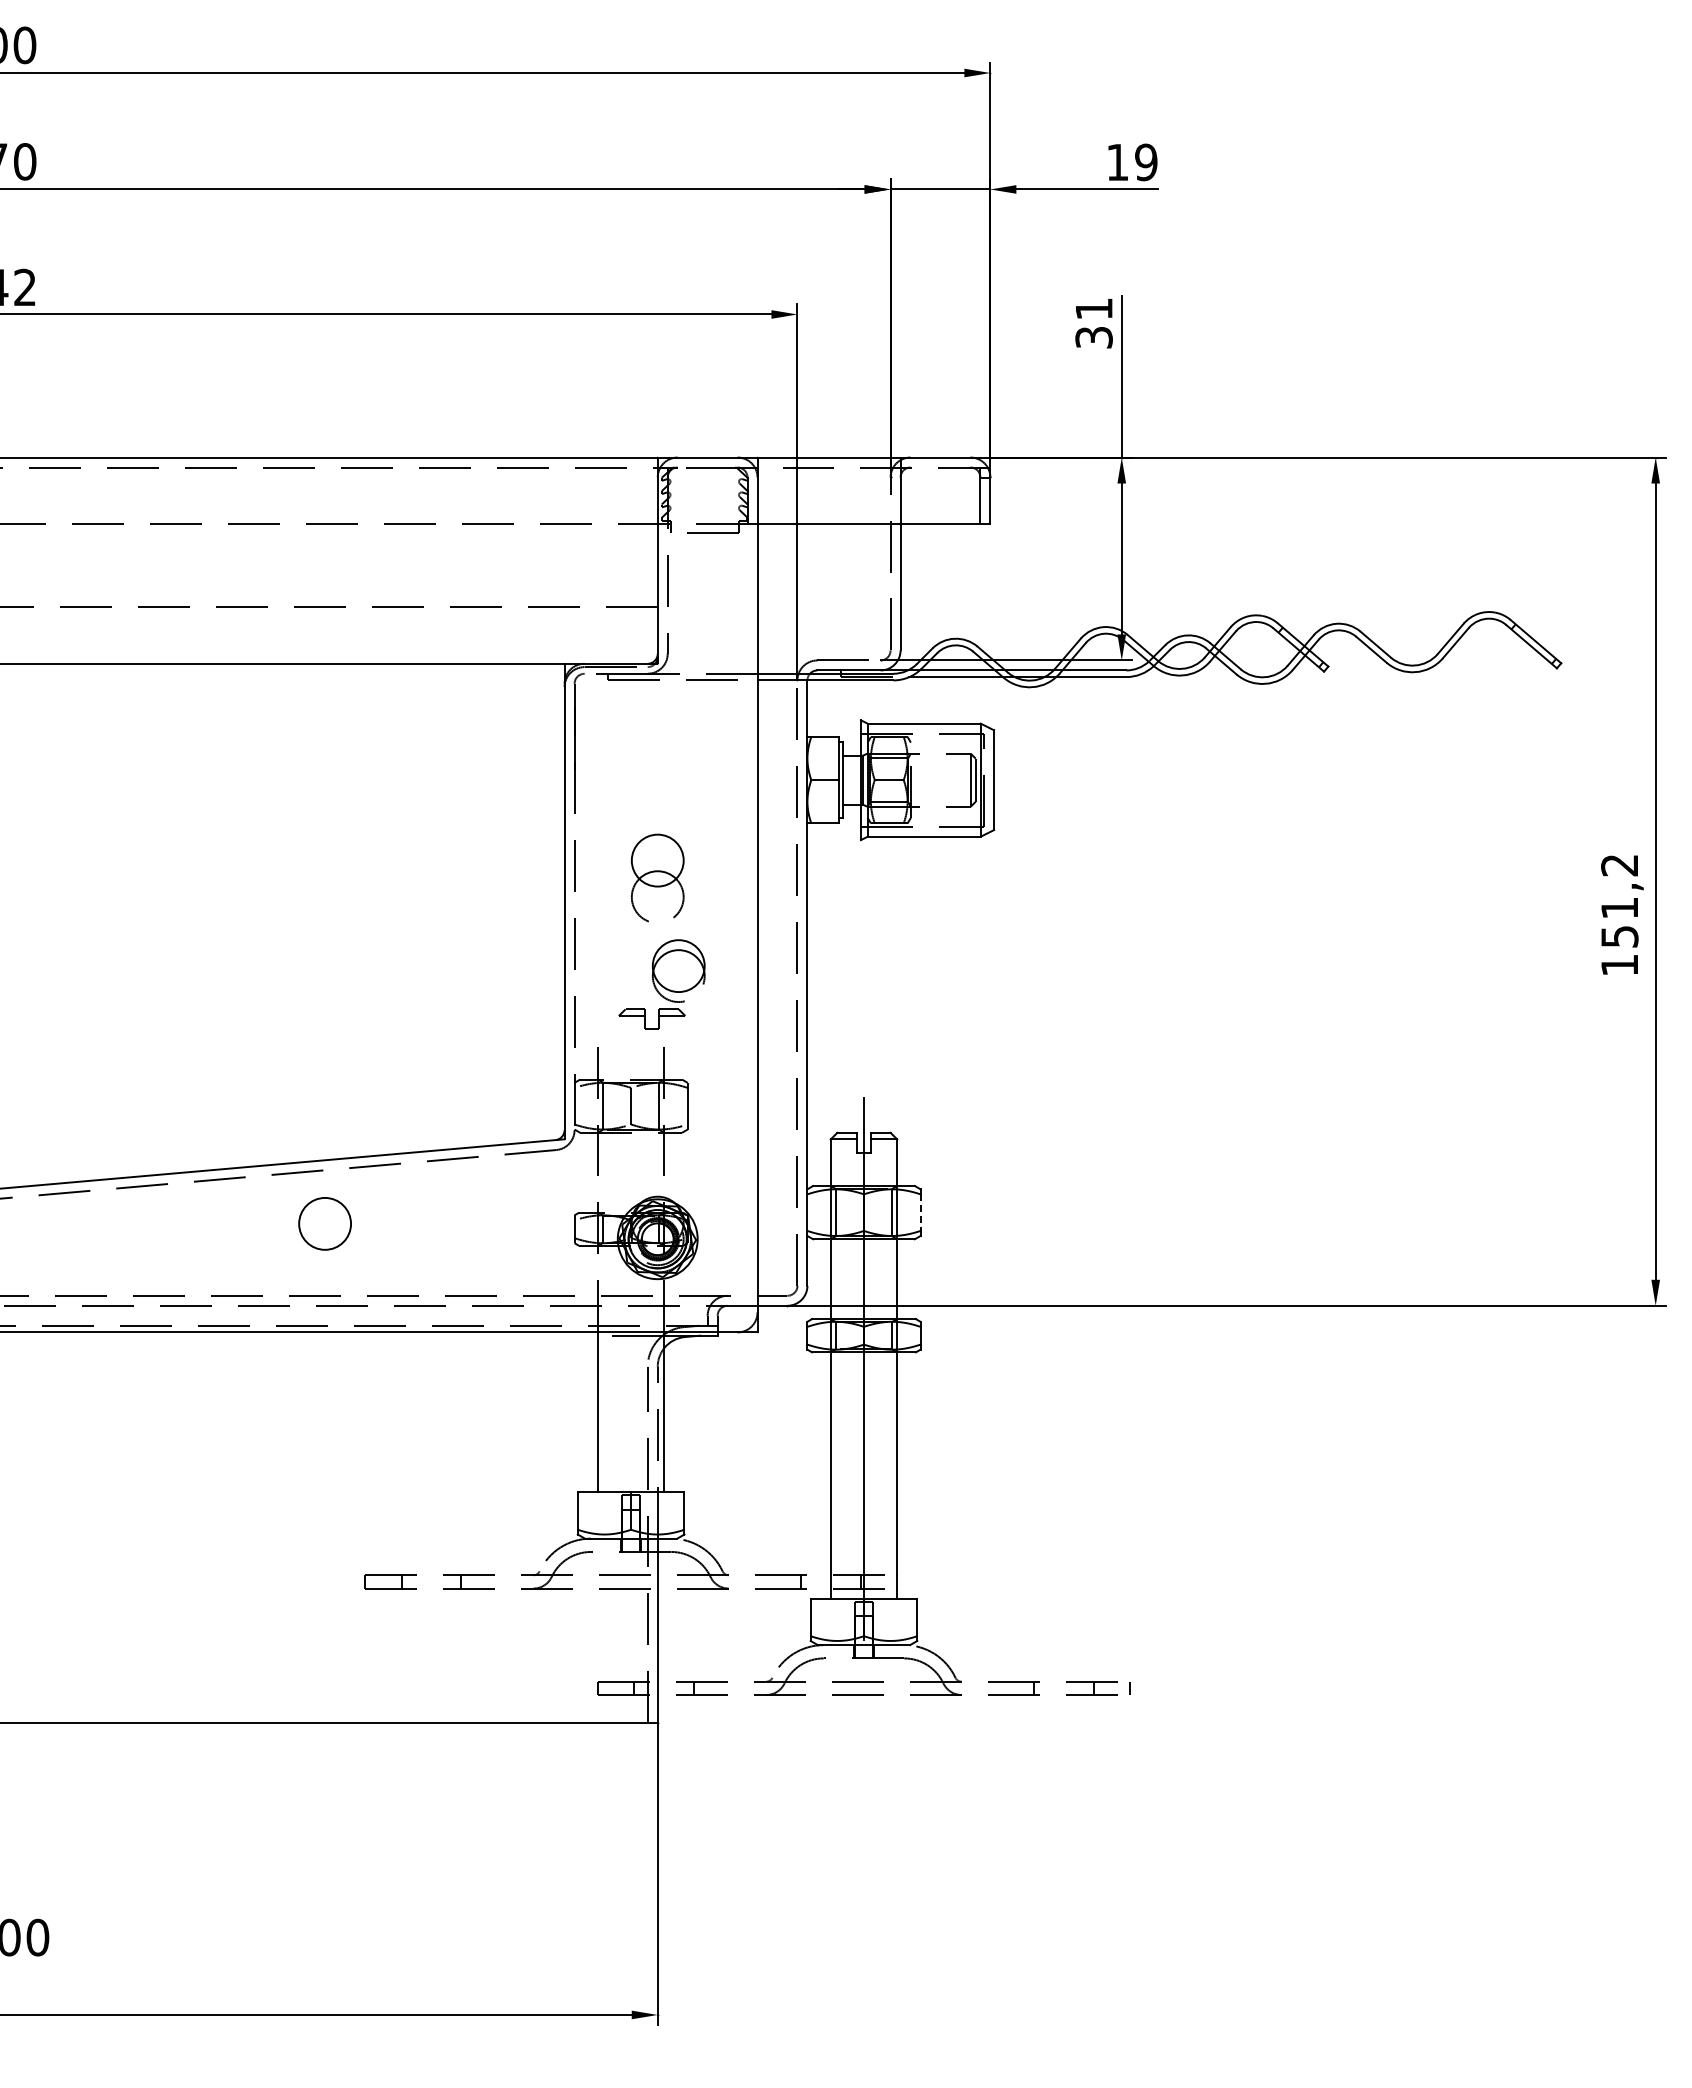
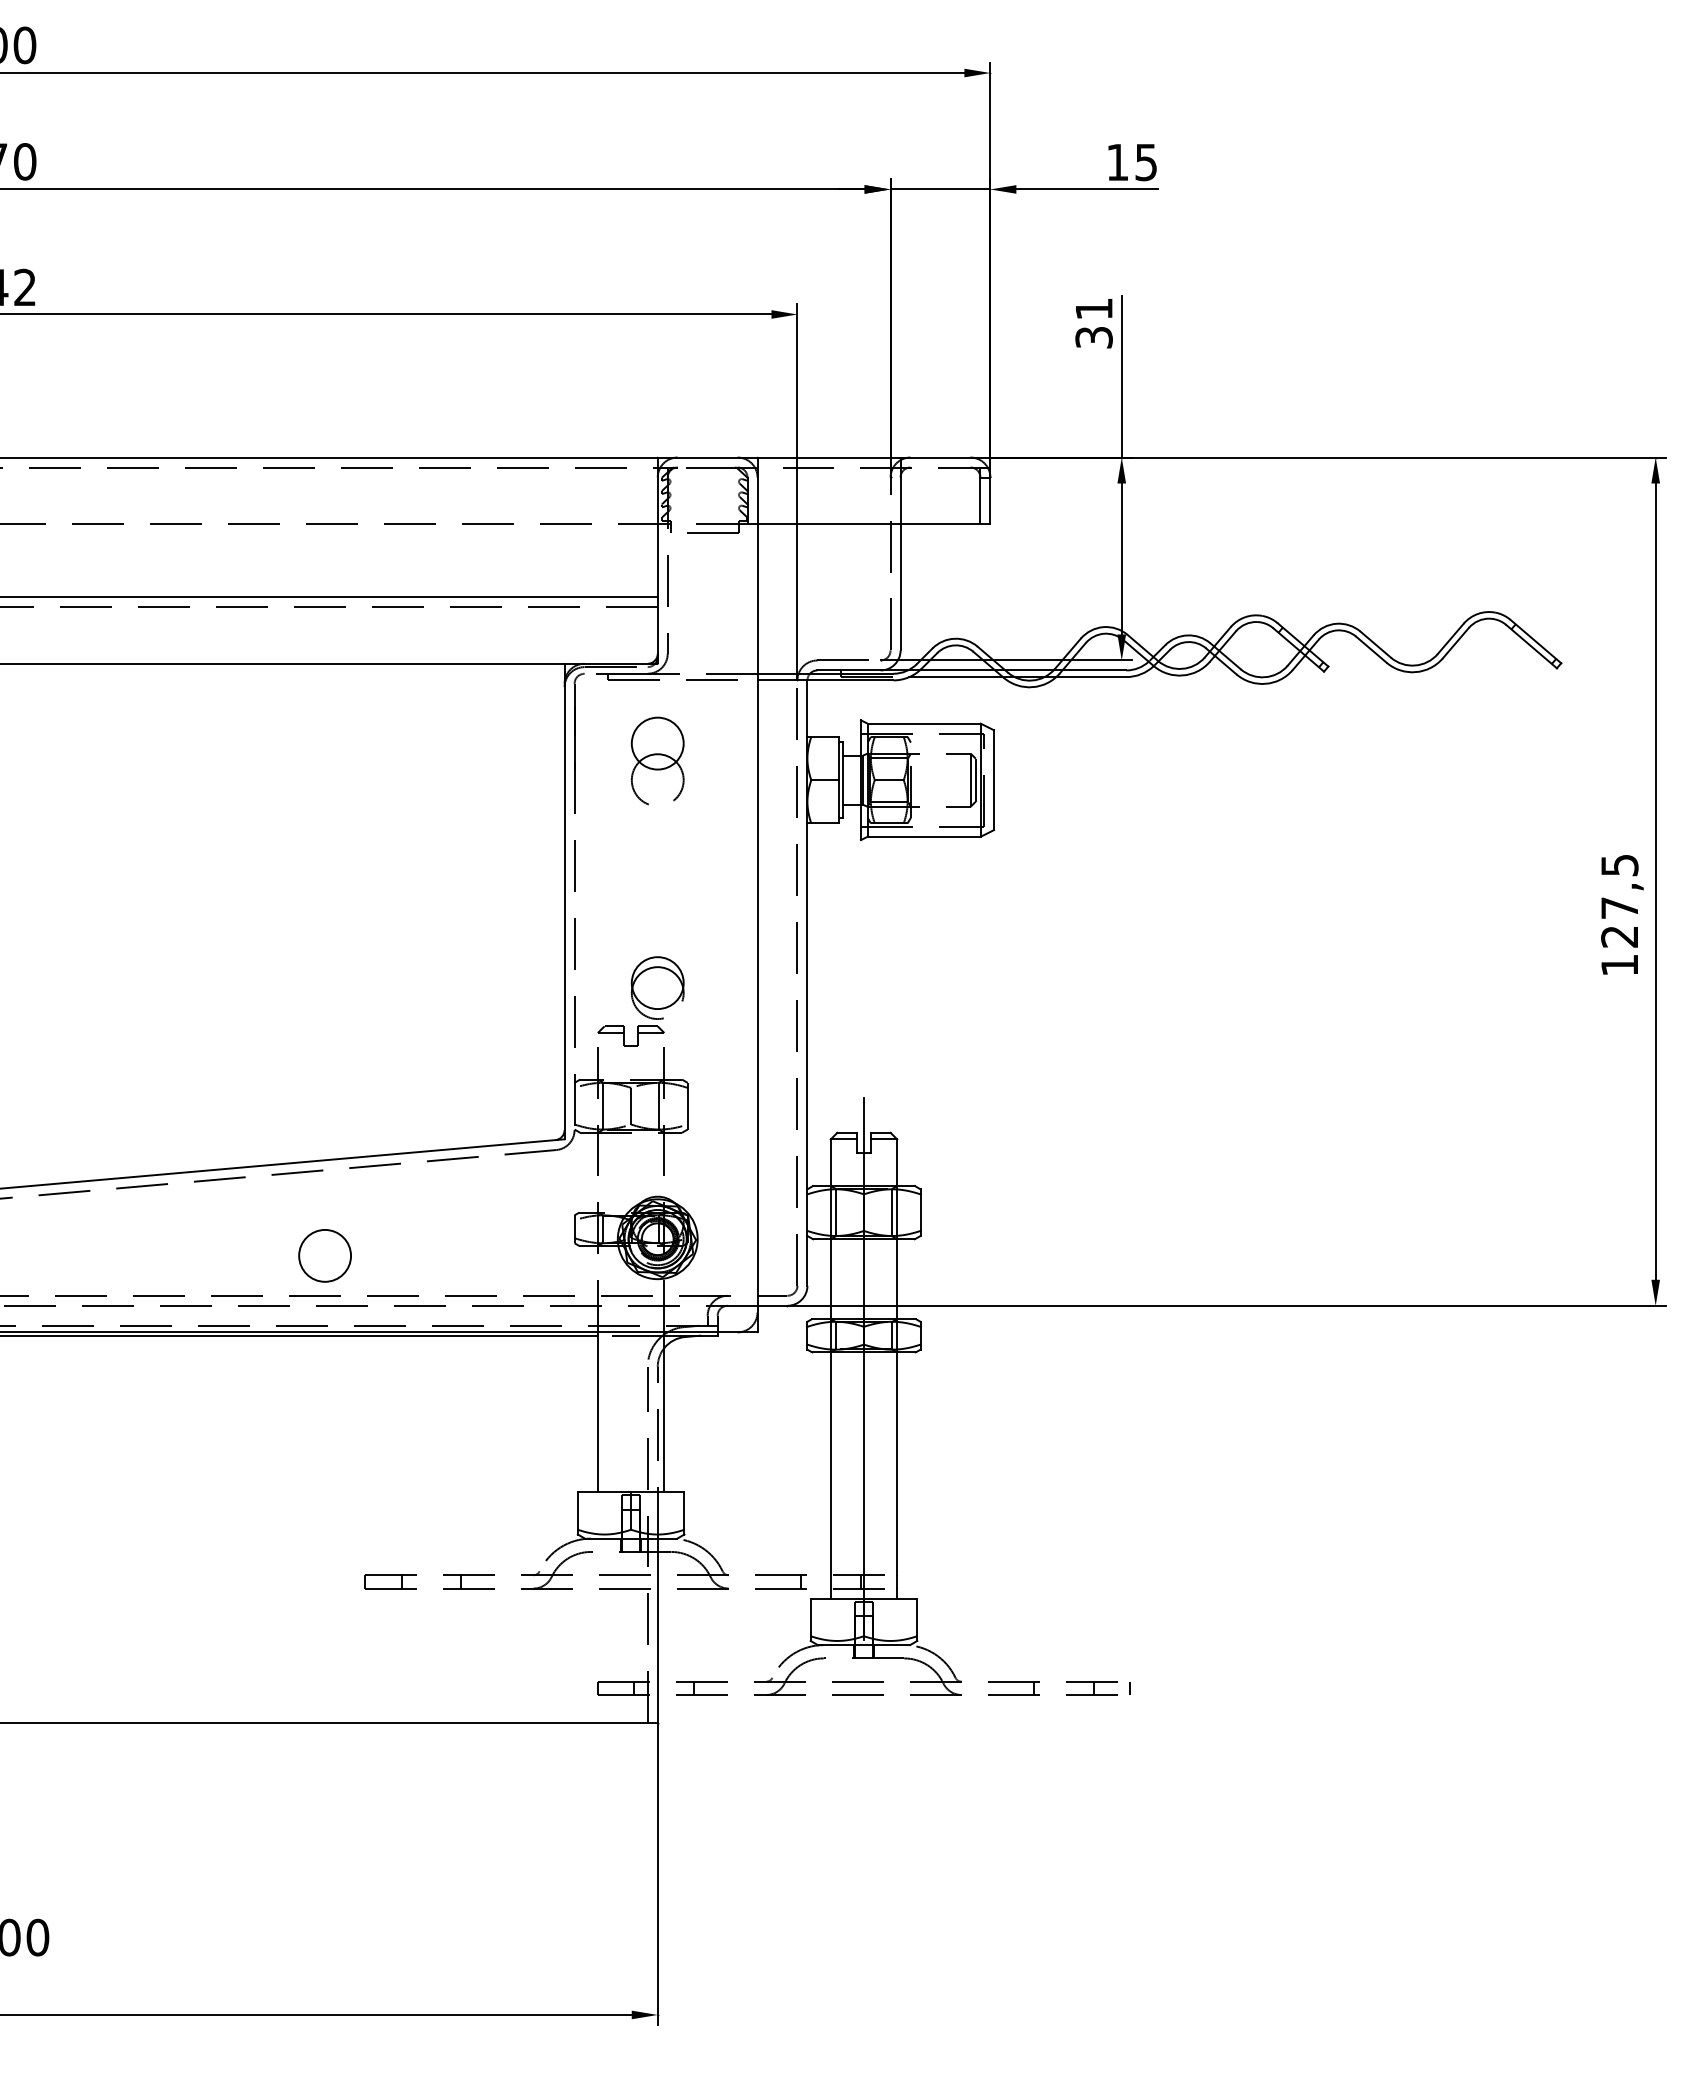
text at (1146, 162): 19 -> 15
line at (329, 597): none -> present
part at (657, 877) position: (657, 877) -> (657, 760)
text at (1619, 901): 151,2 -> 127,5
part at (661, 984) position: (661, 984) -> (640, 1001)
line at (920, 1213): dashed -> solid
circle at (324, 1223) position: (324, 1223) -> (324, 1255)
line at (299, 1335): none -> present
